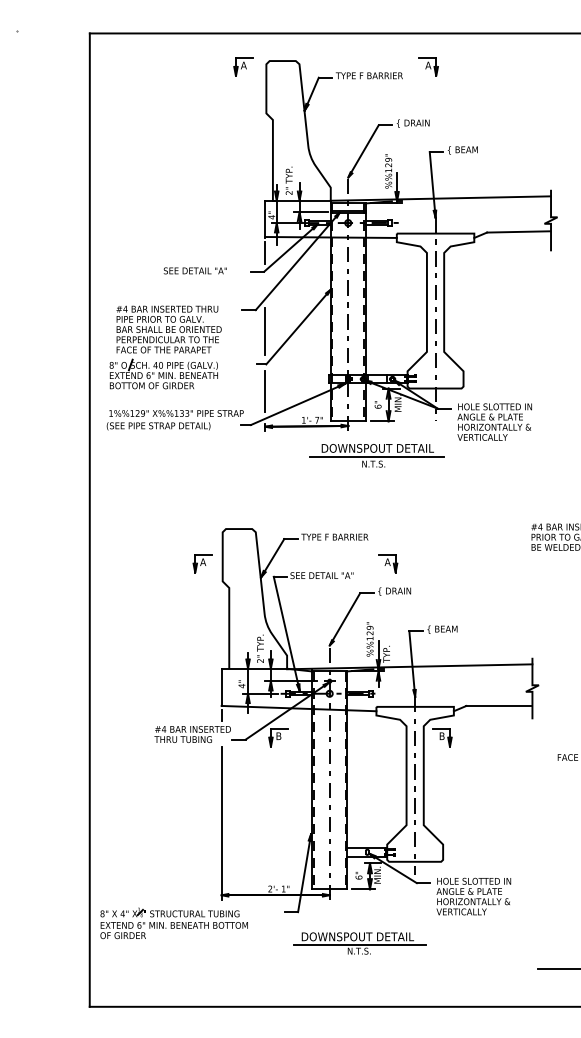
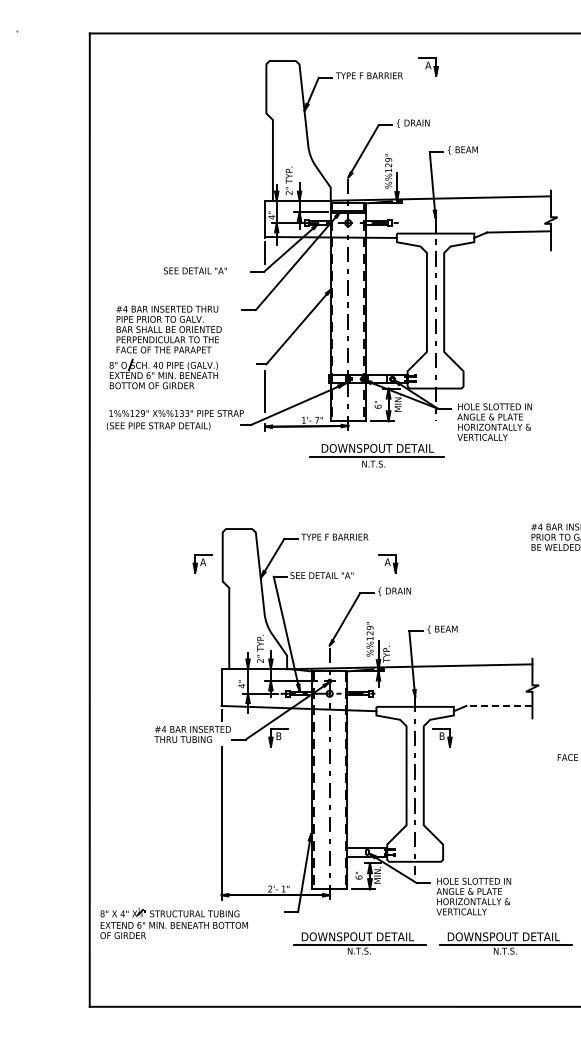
part at (243, 66): present -> none
line at (265, 331): present -> none
line at (498, 705): solid -> dashed
part at (505, 943): none -> present
line at (557, 968): present -> none
